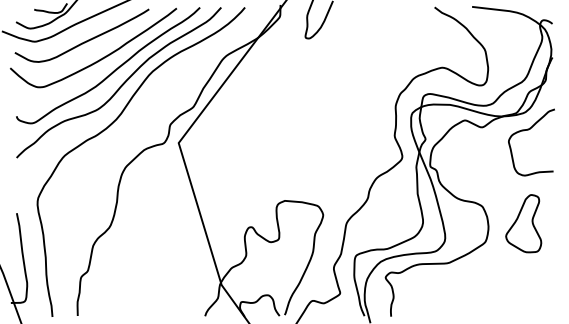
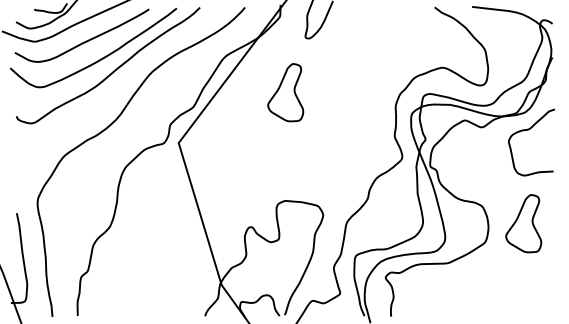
curve at (121, 84): present -> none
part at (285, 92): none -> present
